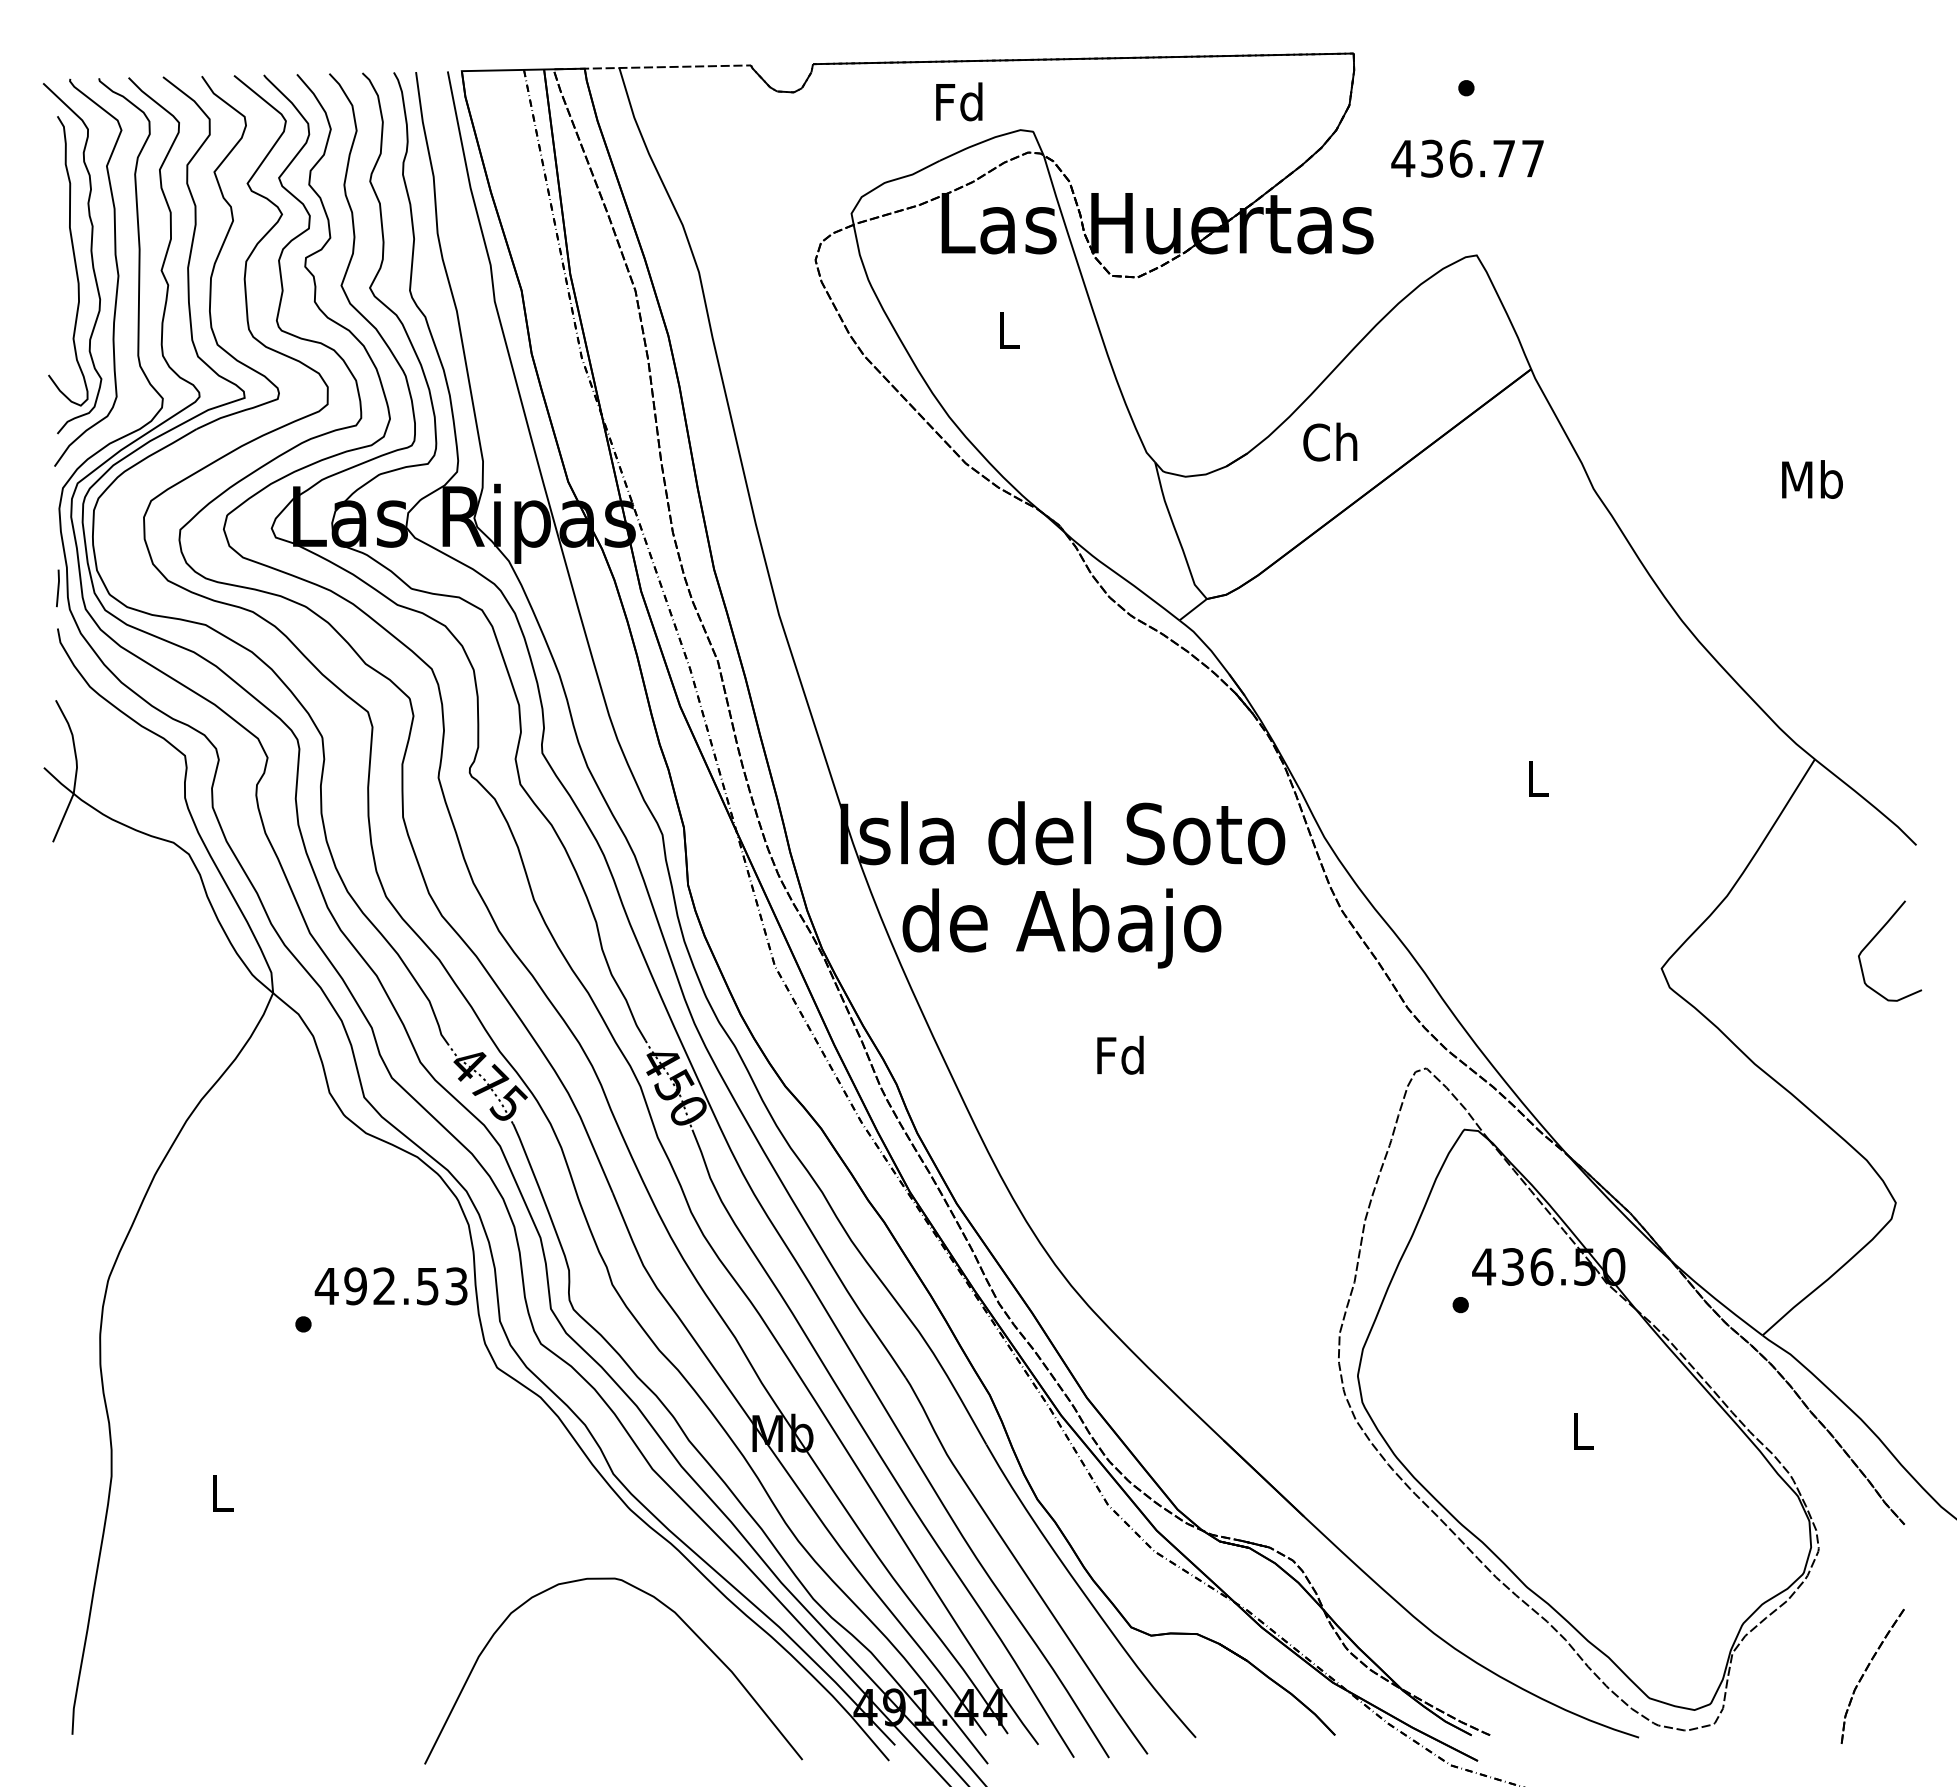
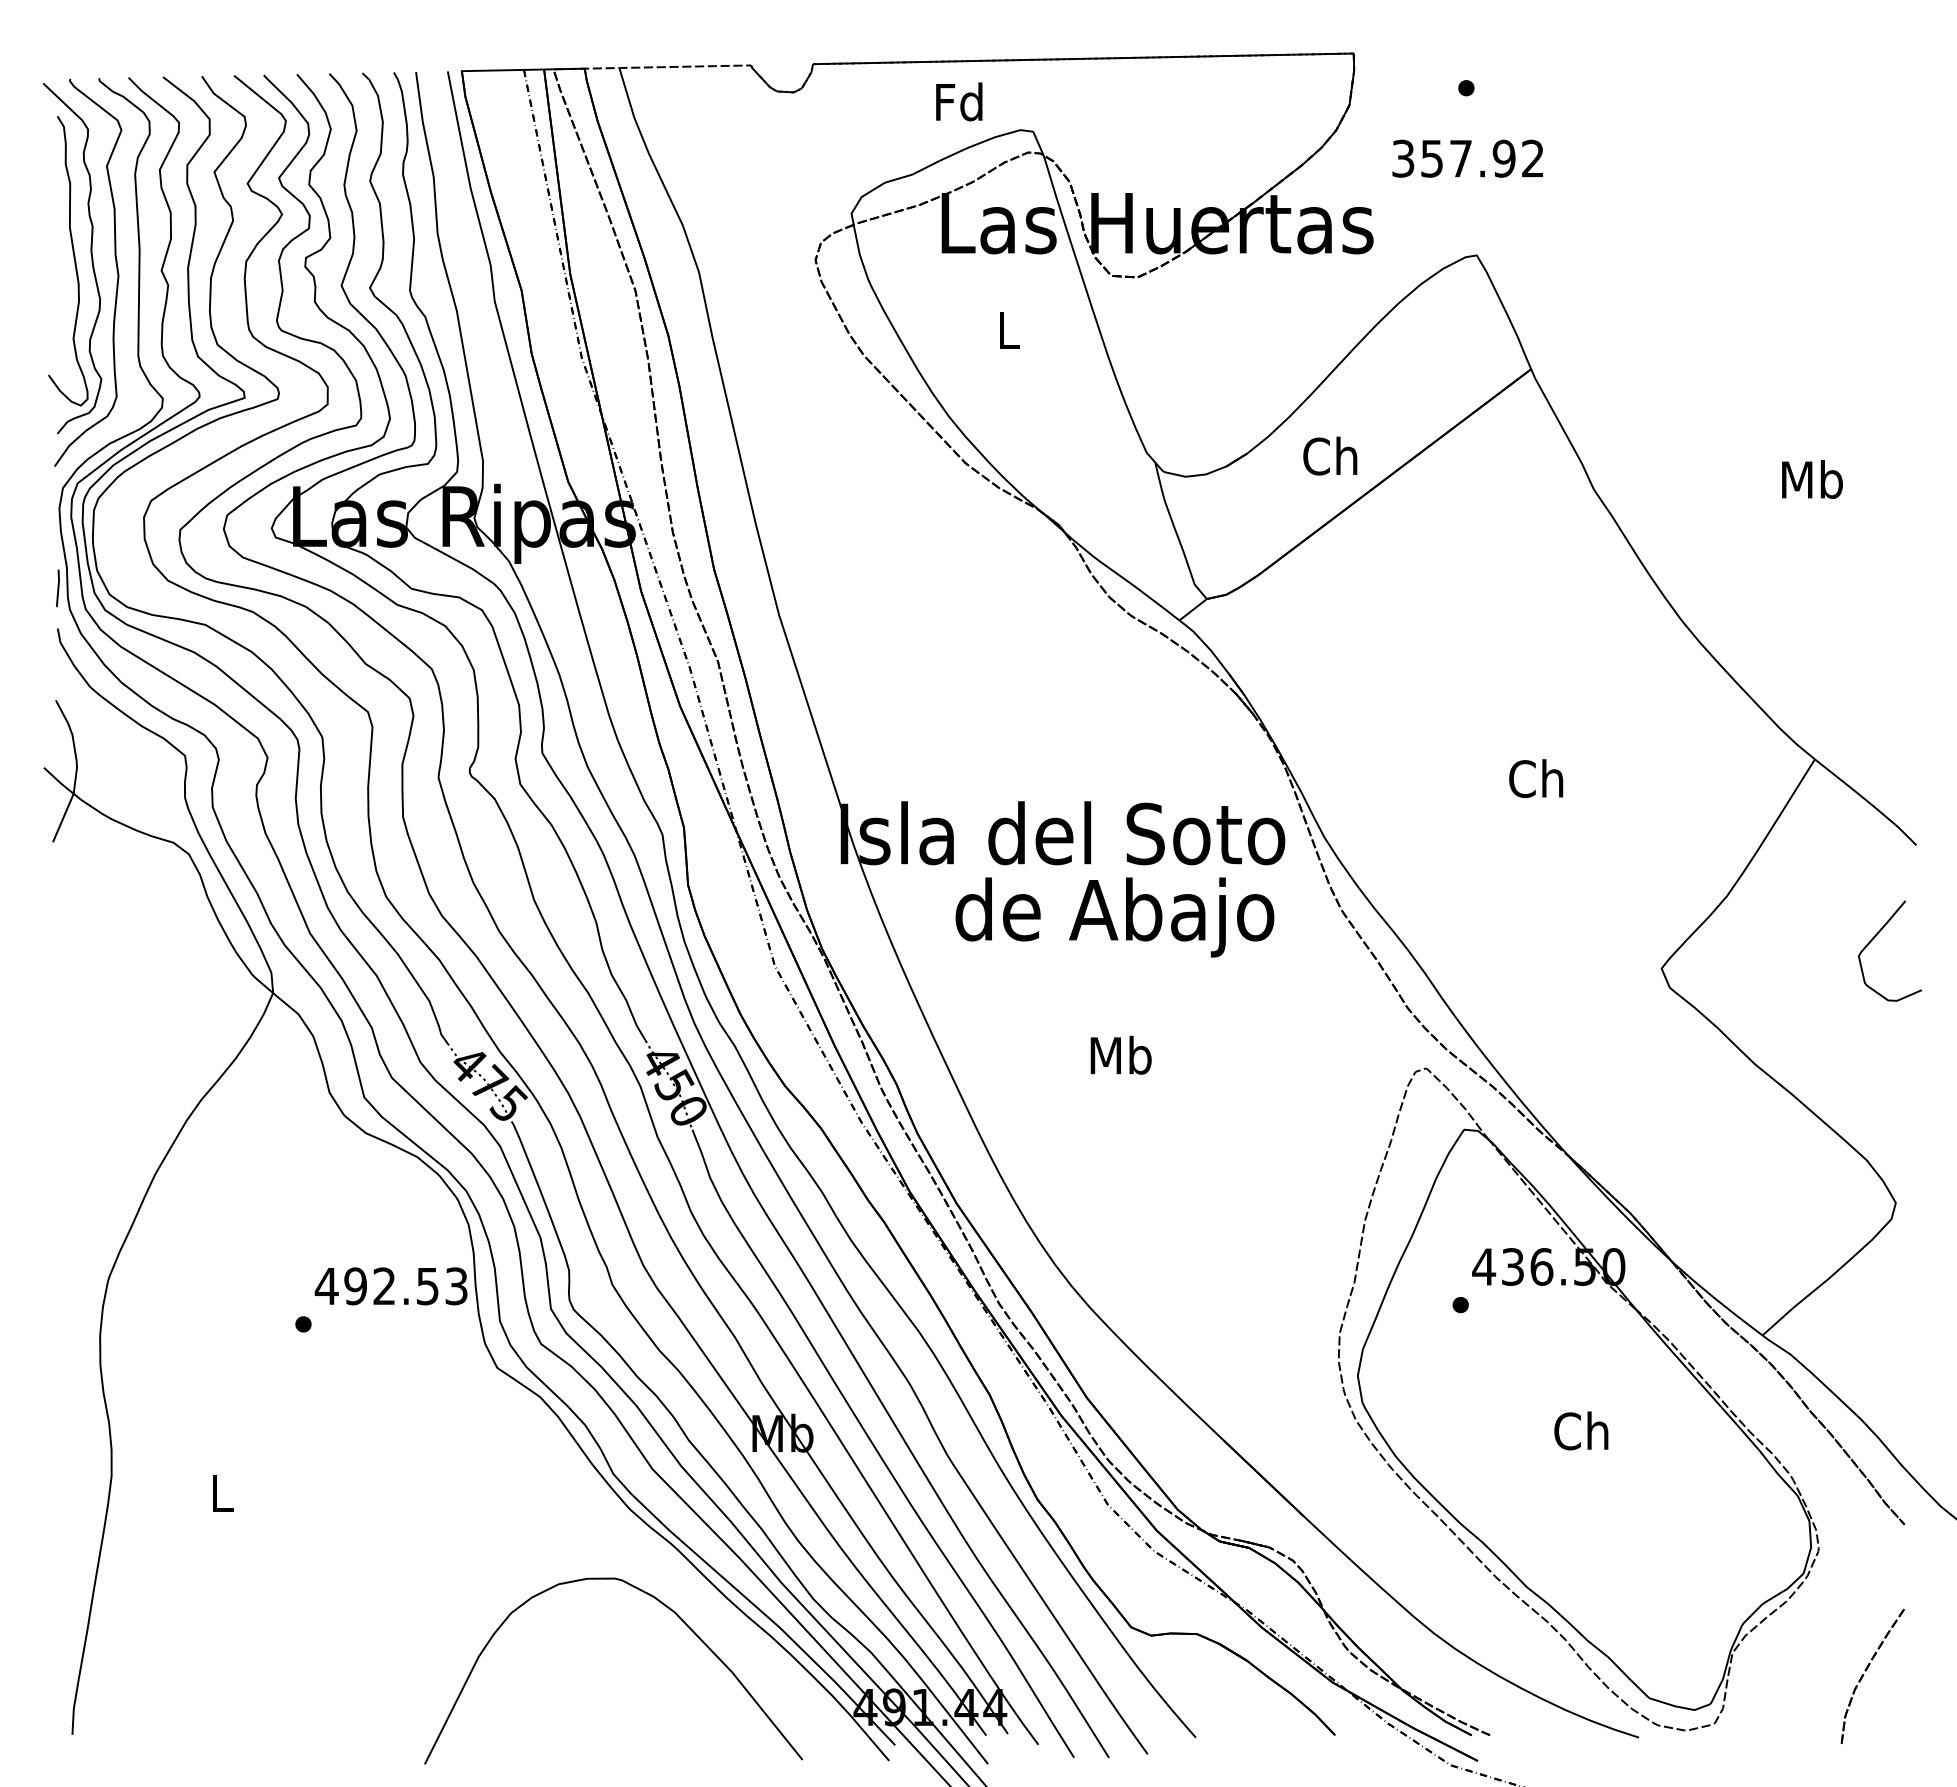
text at (1467, 158): 436.77 -> 357.92
text at (1330, 441) position: (1330, 441) -> (1330, 455)
text at (1536, 778): L -> Ch
text at (1061, 928) position: (1061, 928) -> (1114, 917)
text at (1120, 1054): Fd -> Mb
text at (1581, 1430): L -> Ch
